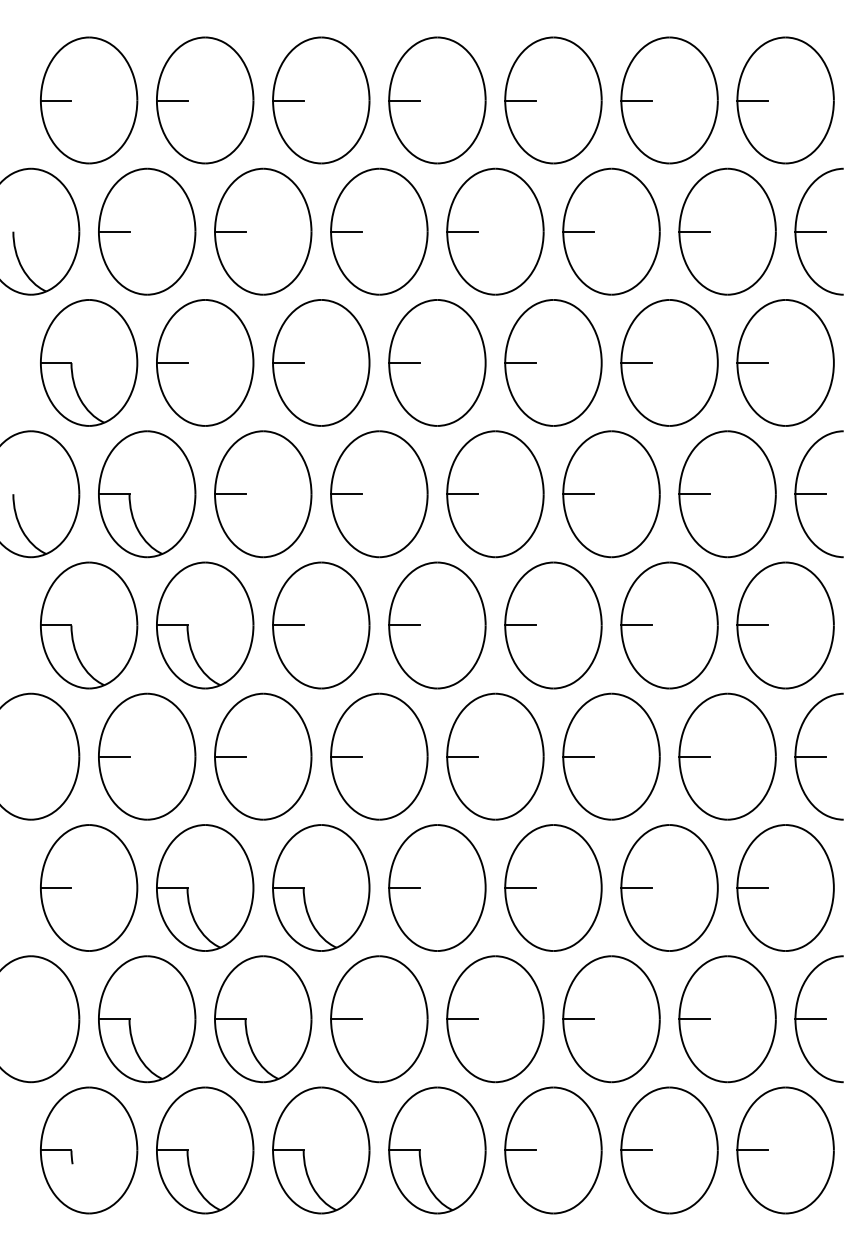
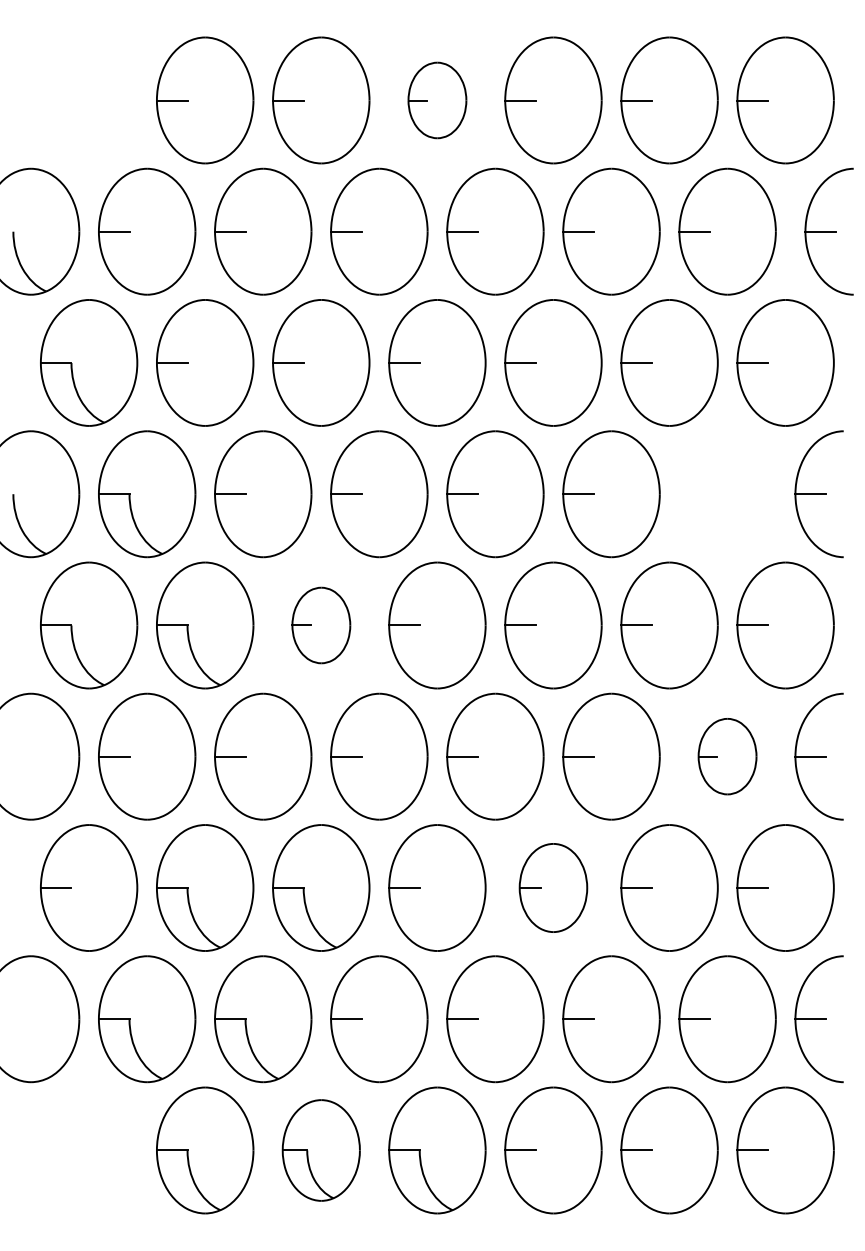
part at (89, 100): present -> none
part at (437, 100) size: 99x129 px -> 61x79 px
part at (818, 231) position: (818, 231) -> (828, 231)
part at (727, 494): present -> none
part at (321, 625) size: 99x129 px -> 61x79 px
part at (727, 756) size: 99x129 px -> 61x78 px
part at (553, 887) size: 99x128 px -> 71x90 px
part at (89, 1150): present -> none
part at (321, 1150) size: 99x129 px -> 80x103 px
